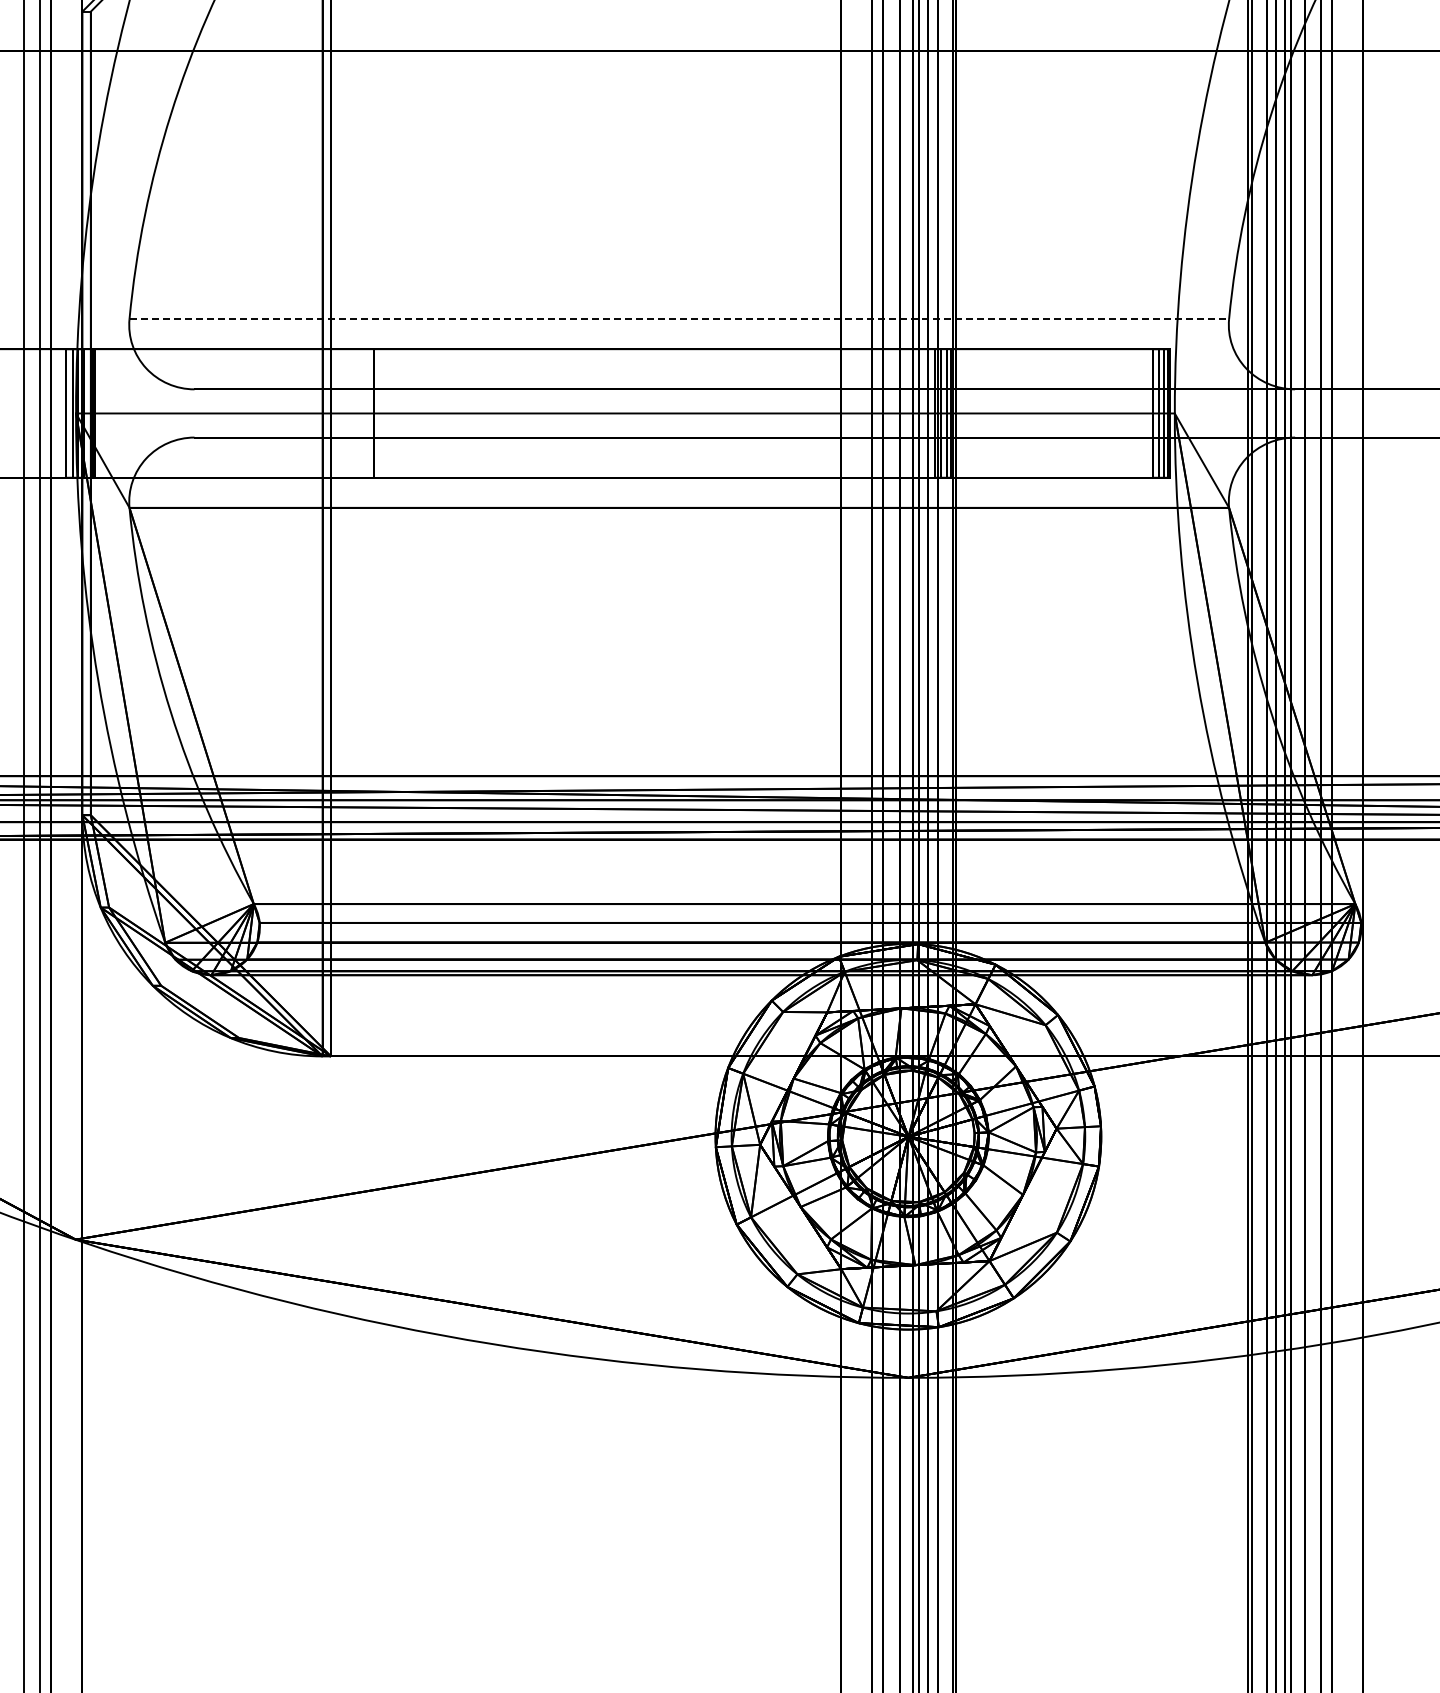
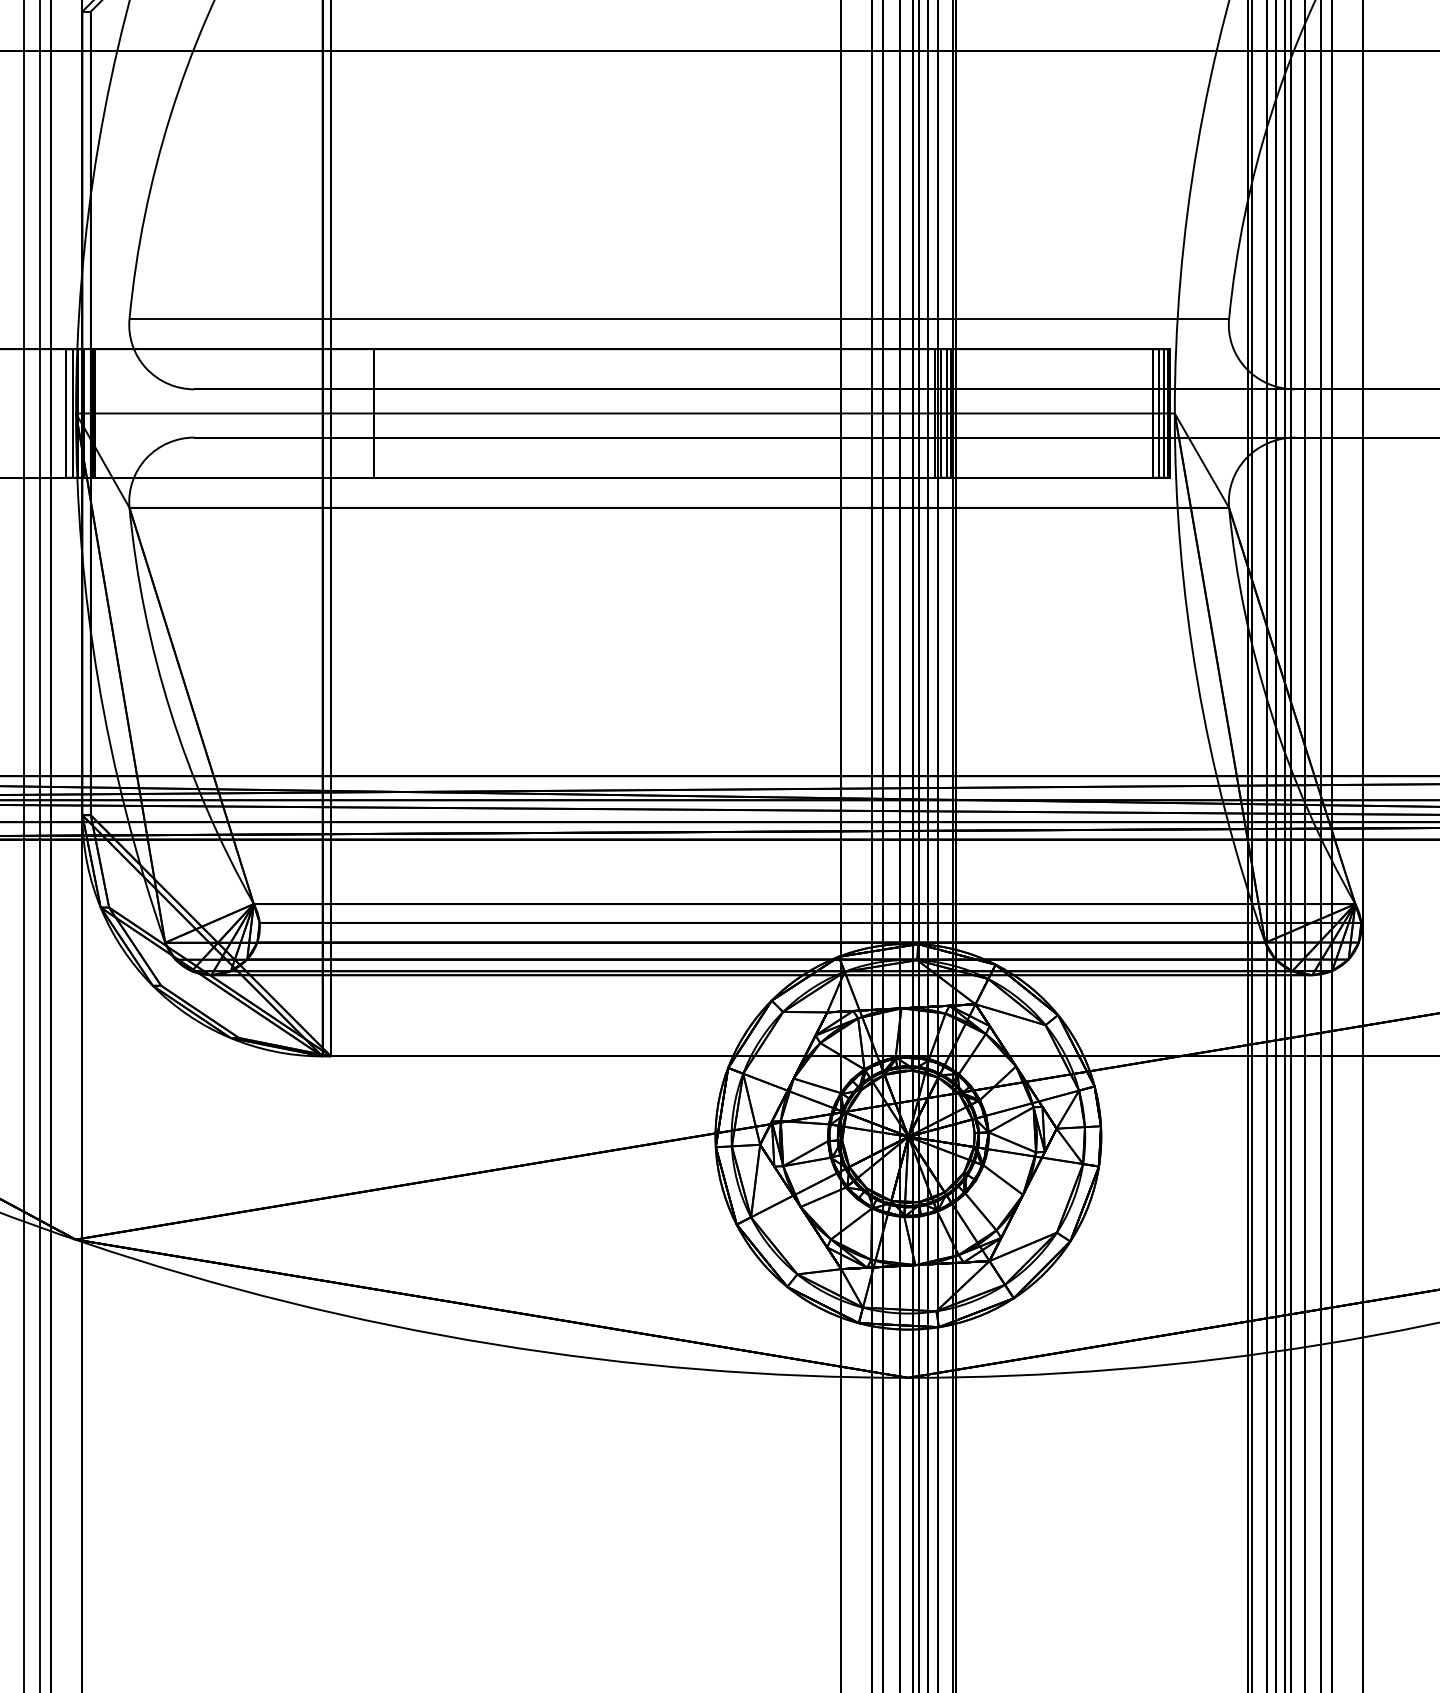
line at (679, 319): dashed -> solid
